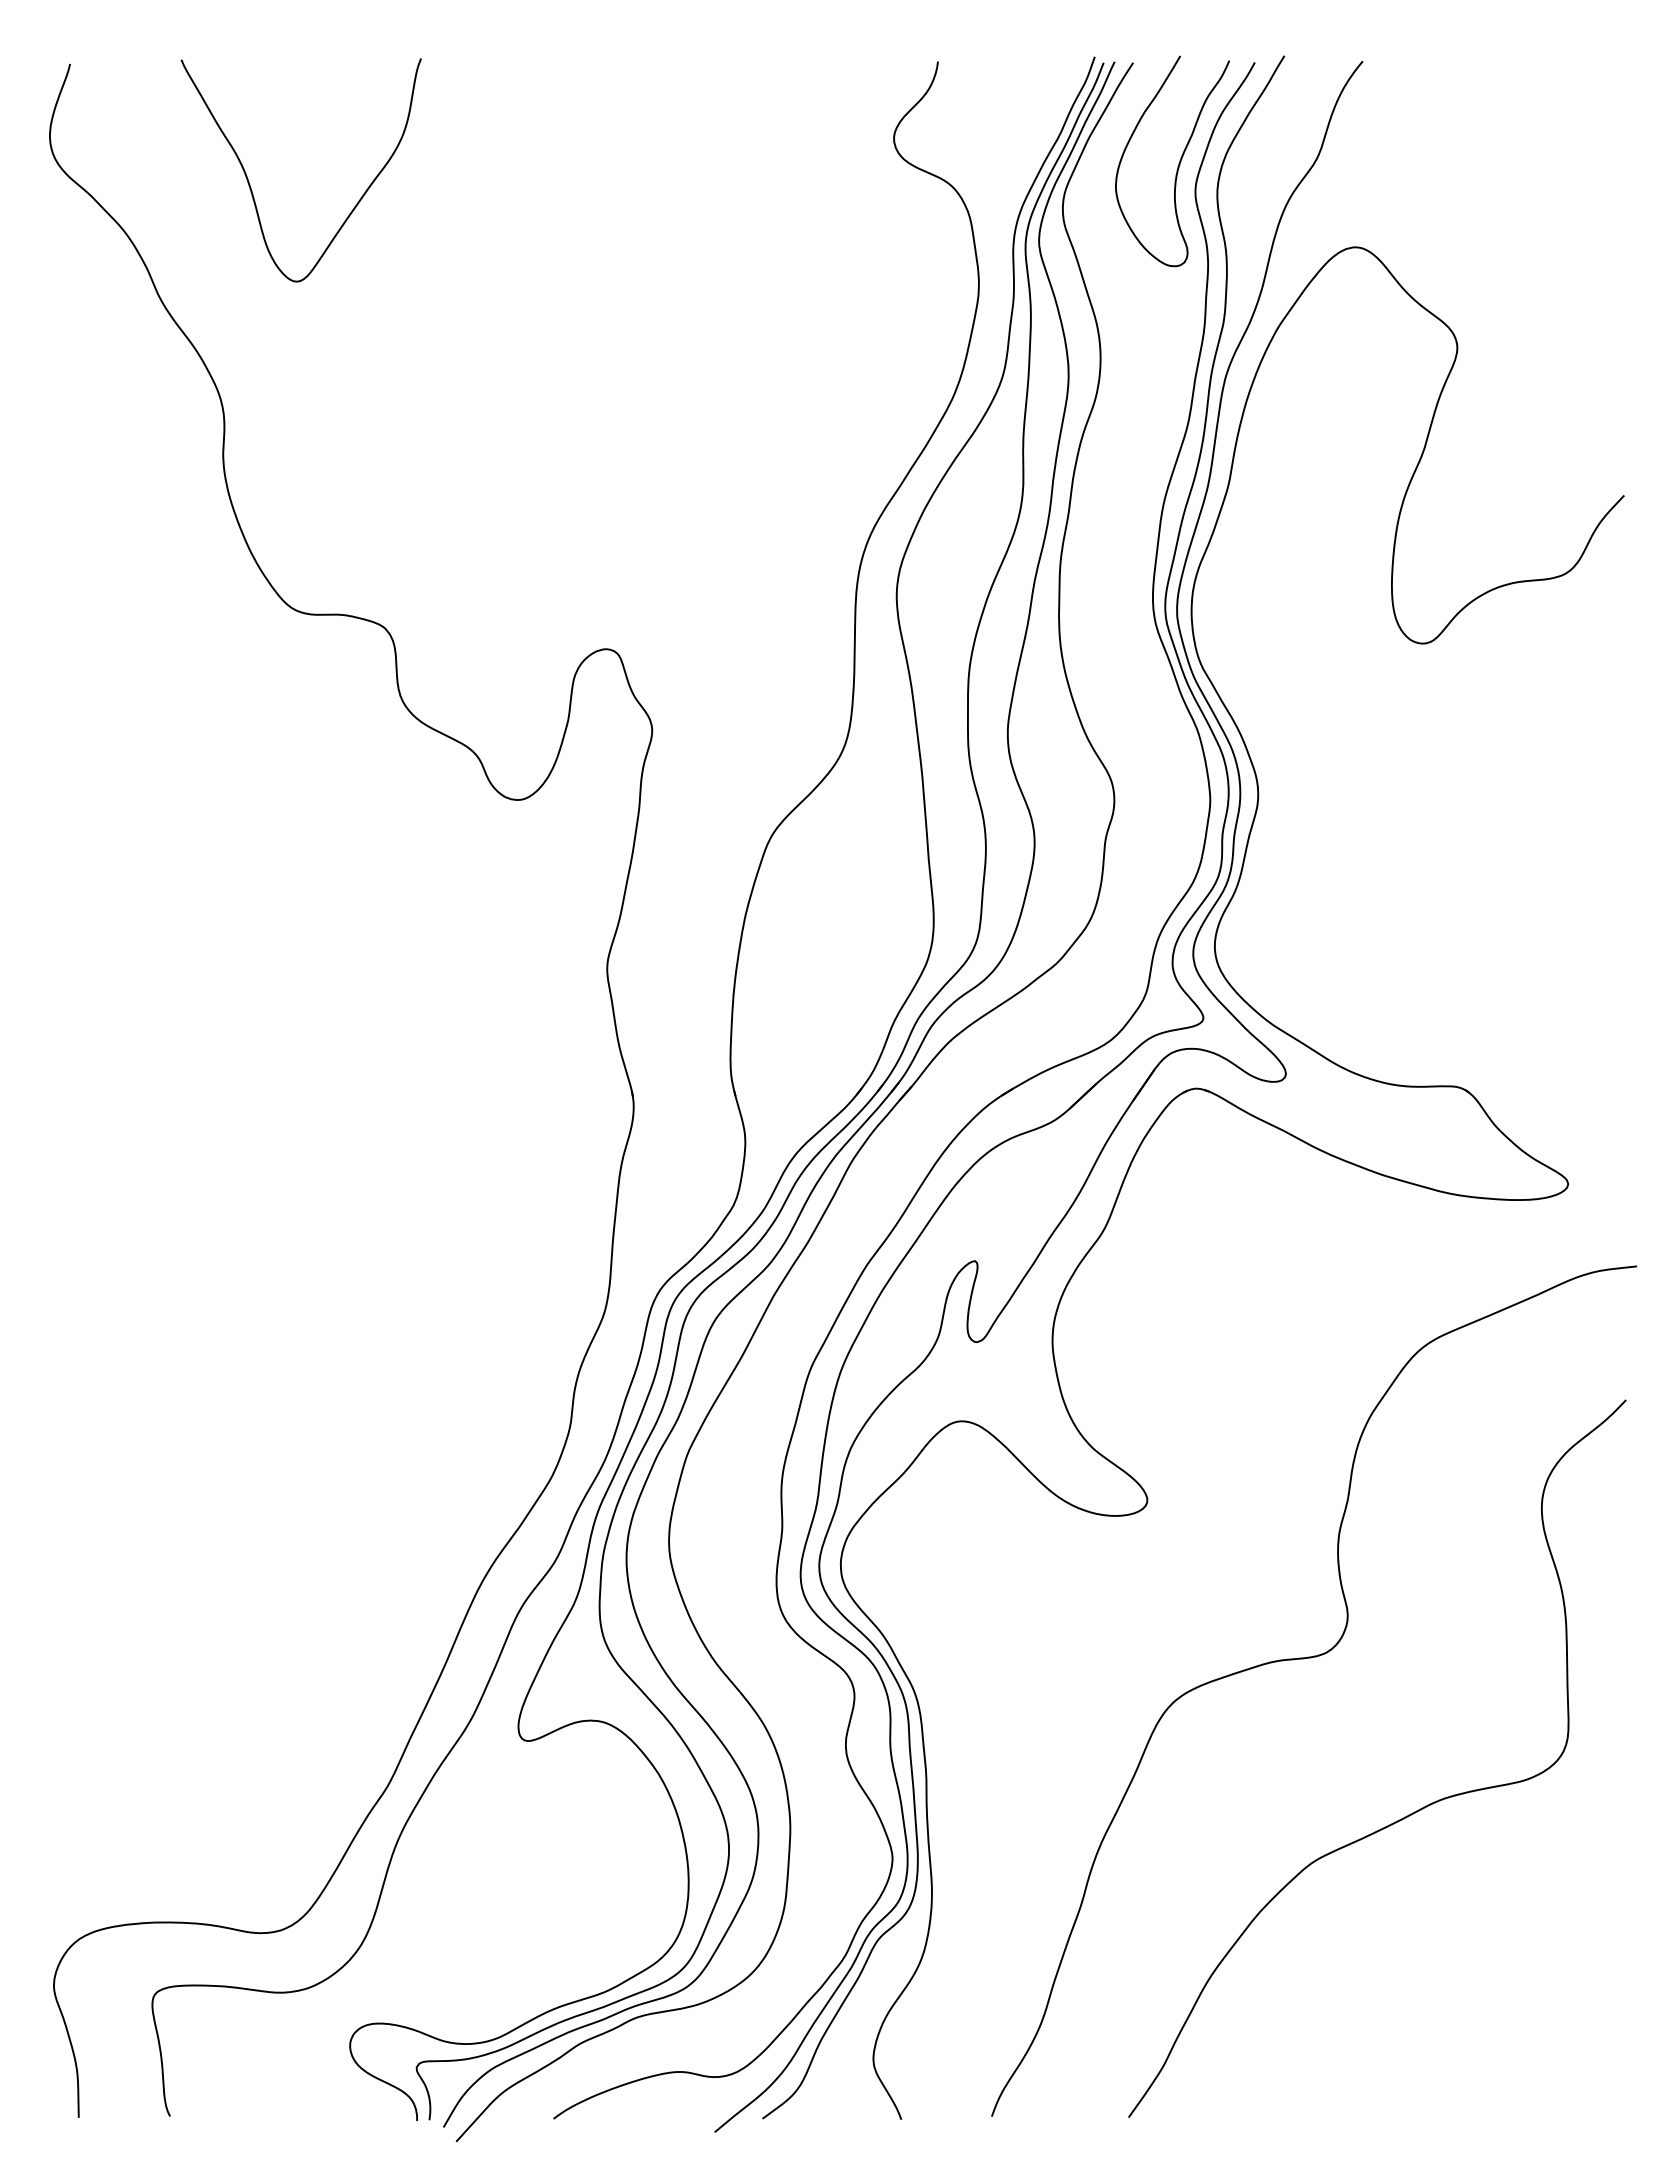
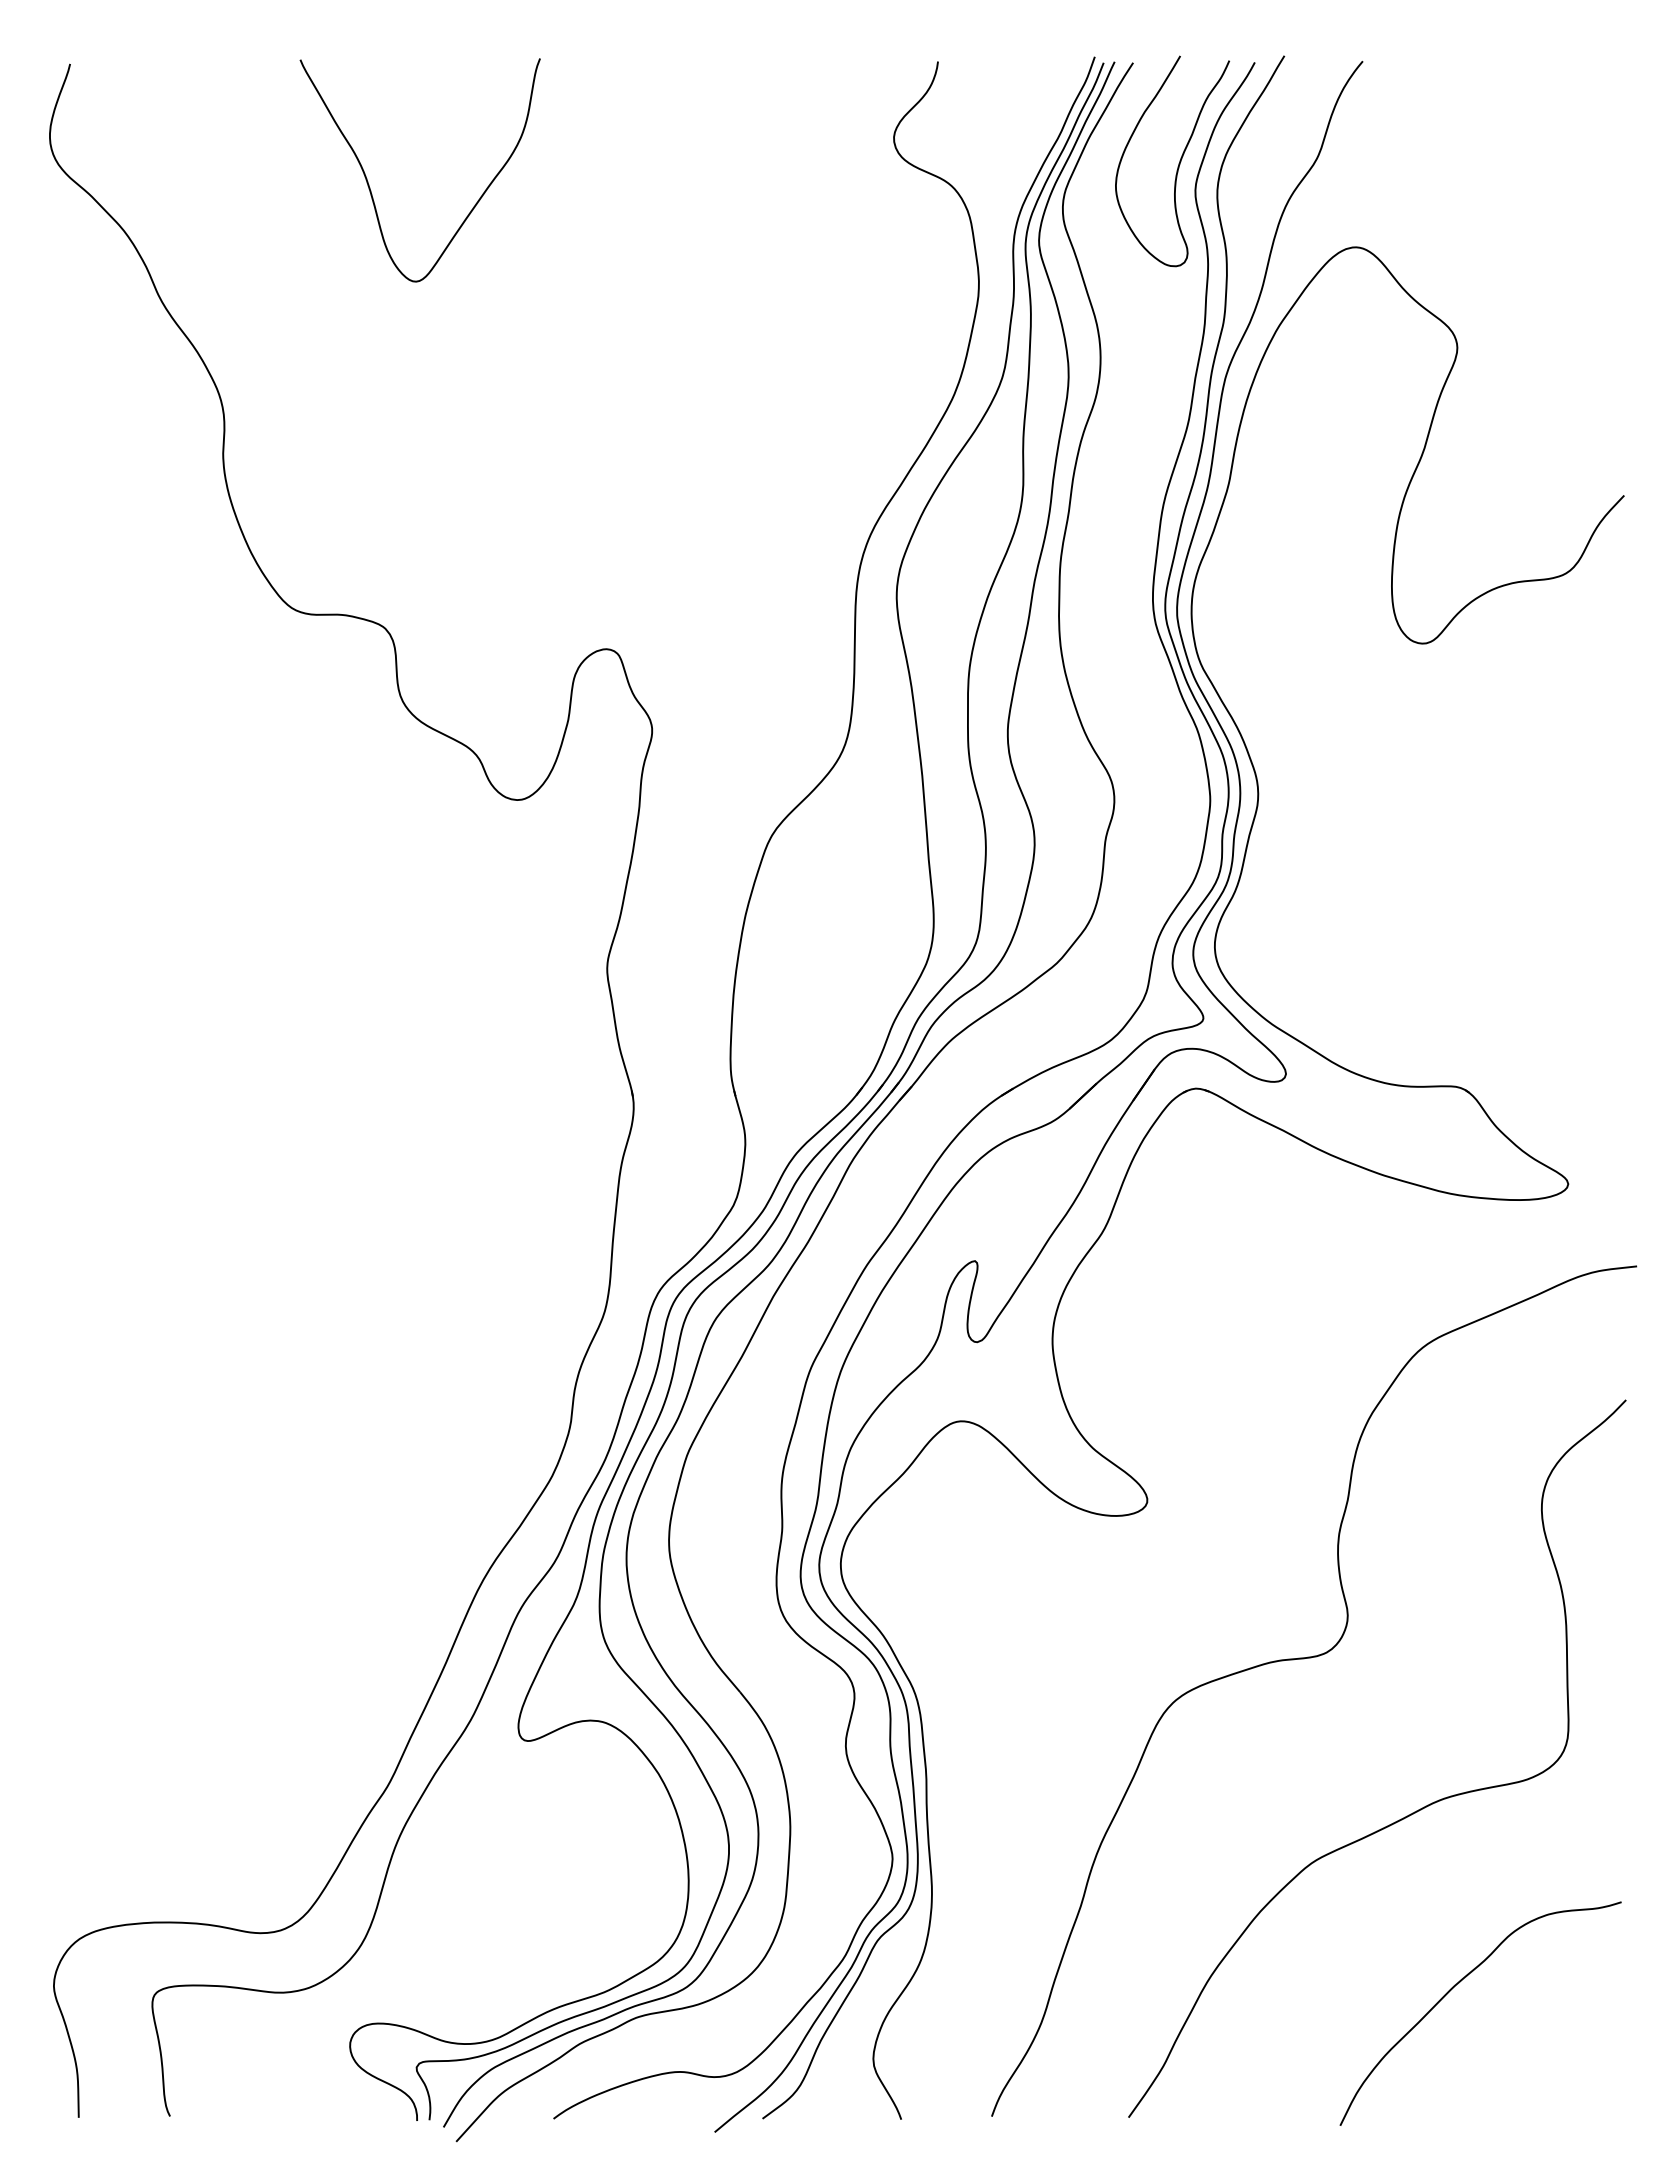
curve at (251, 187) position: (251, 187) -> (370, 187)
curve at (1459, 1983): none -> present
